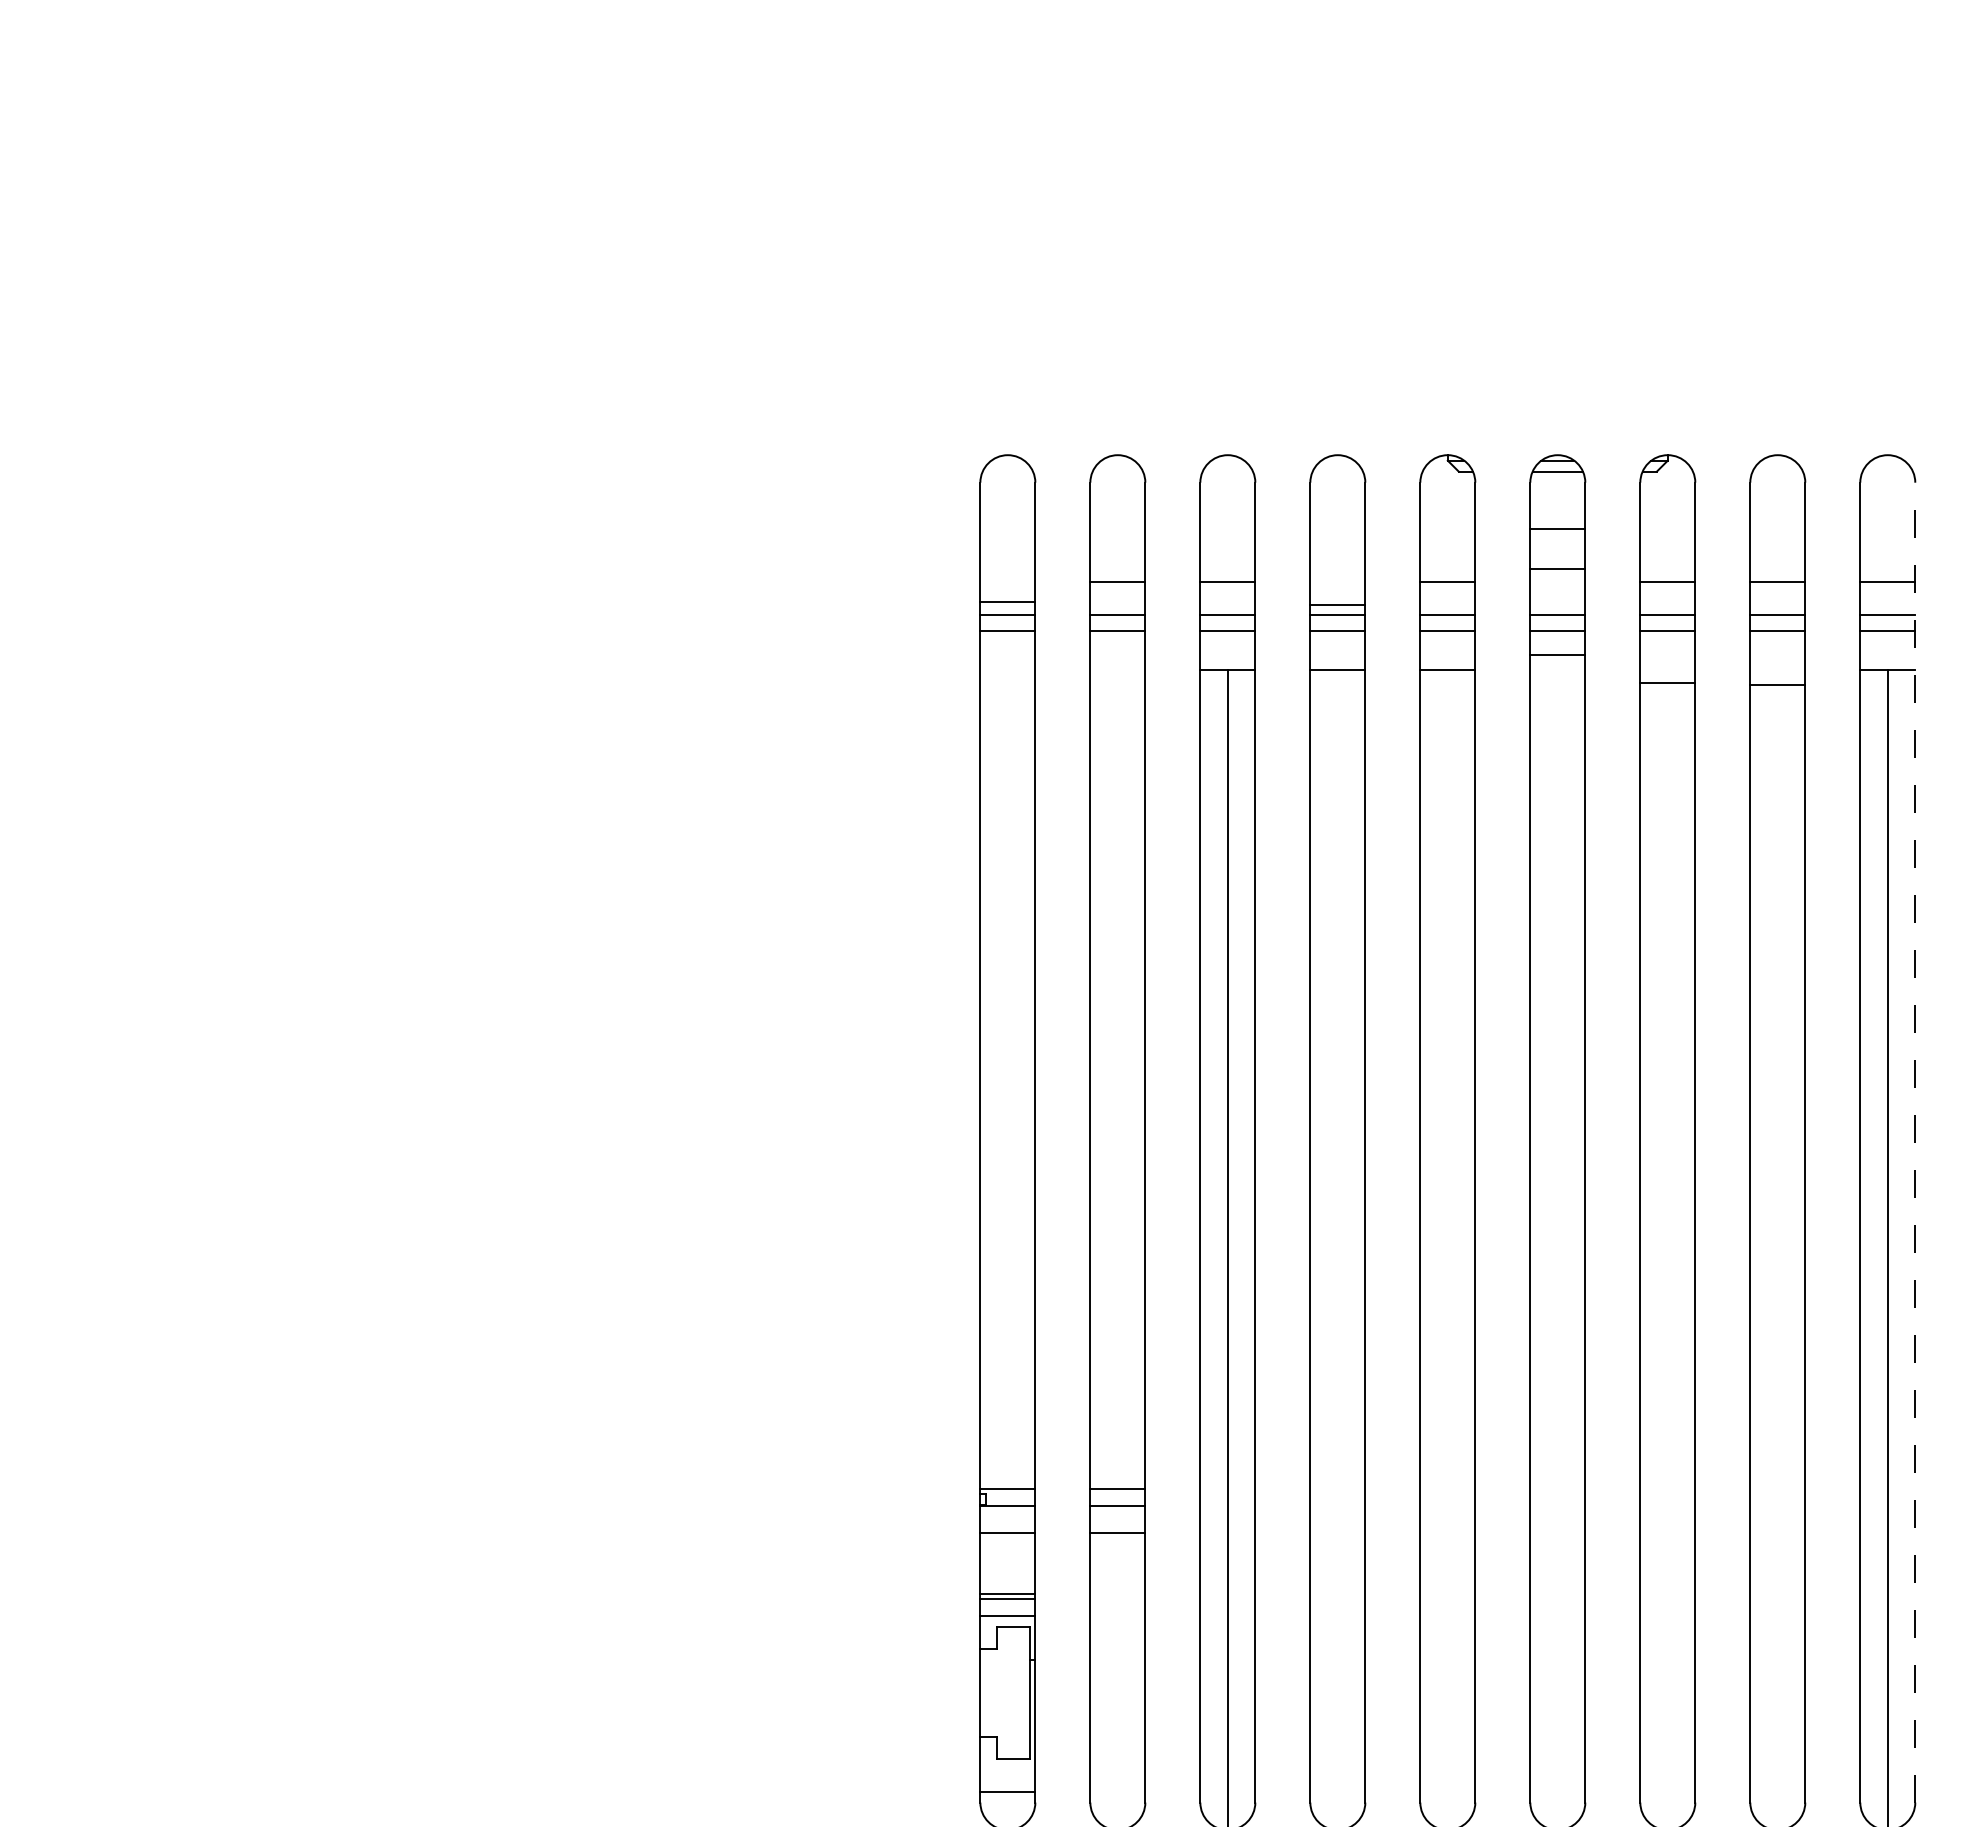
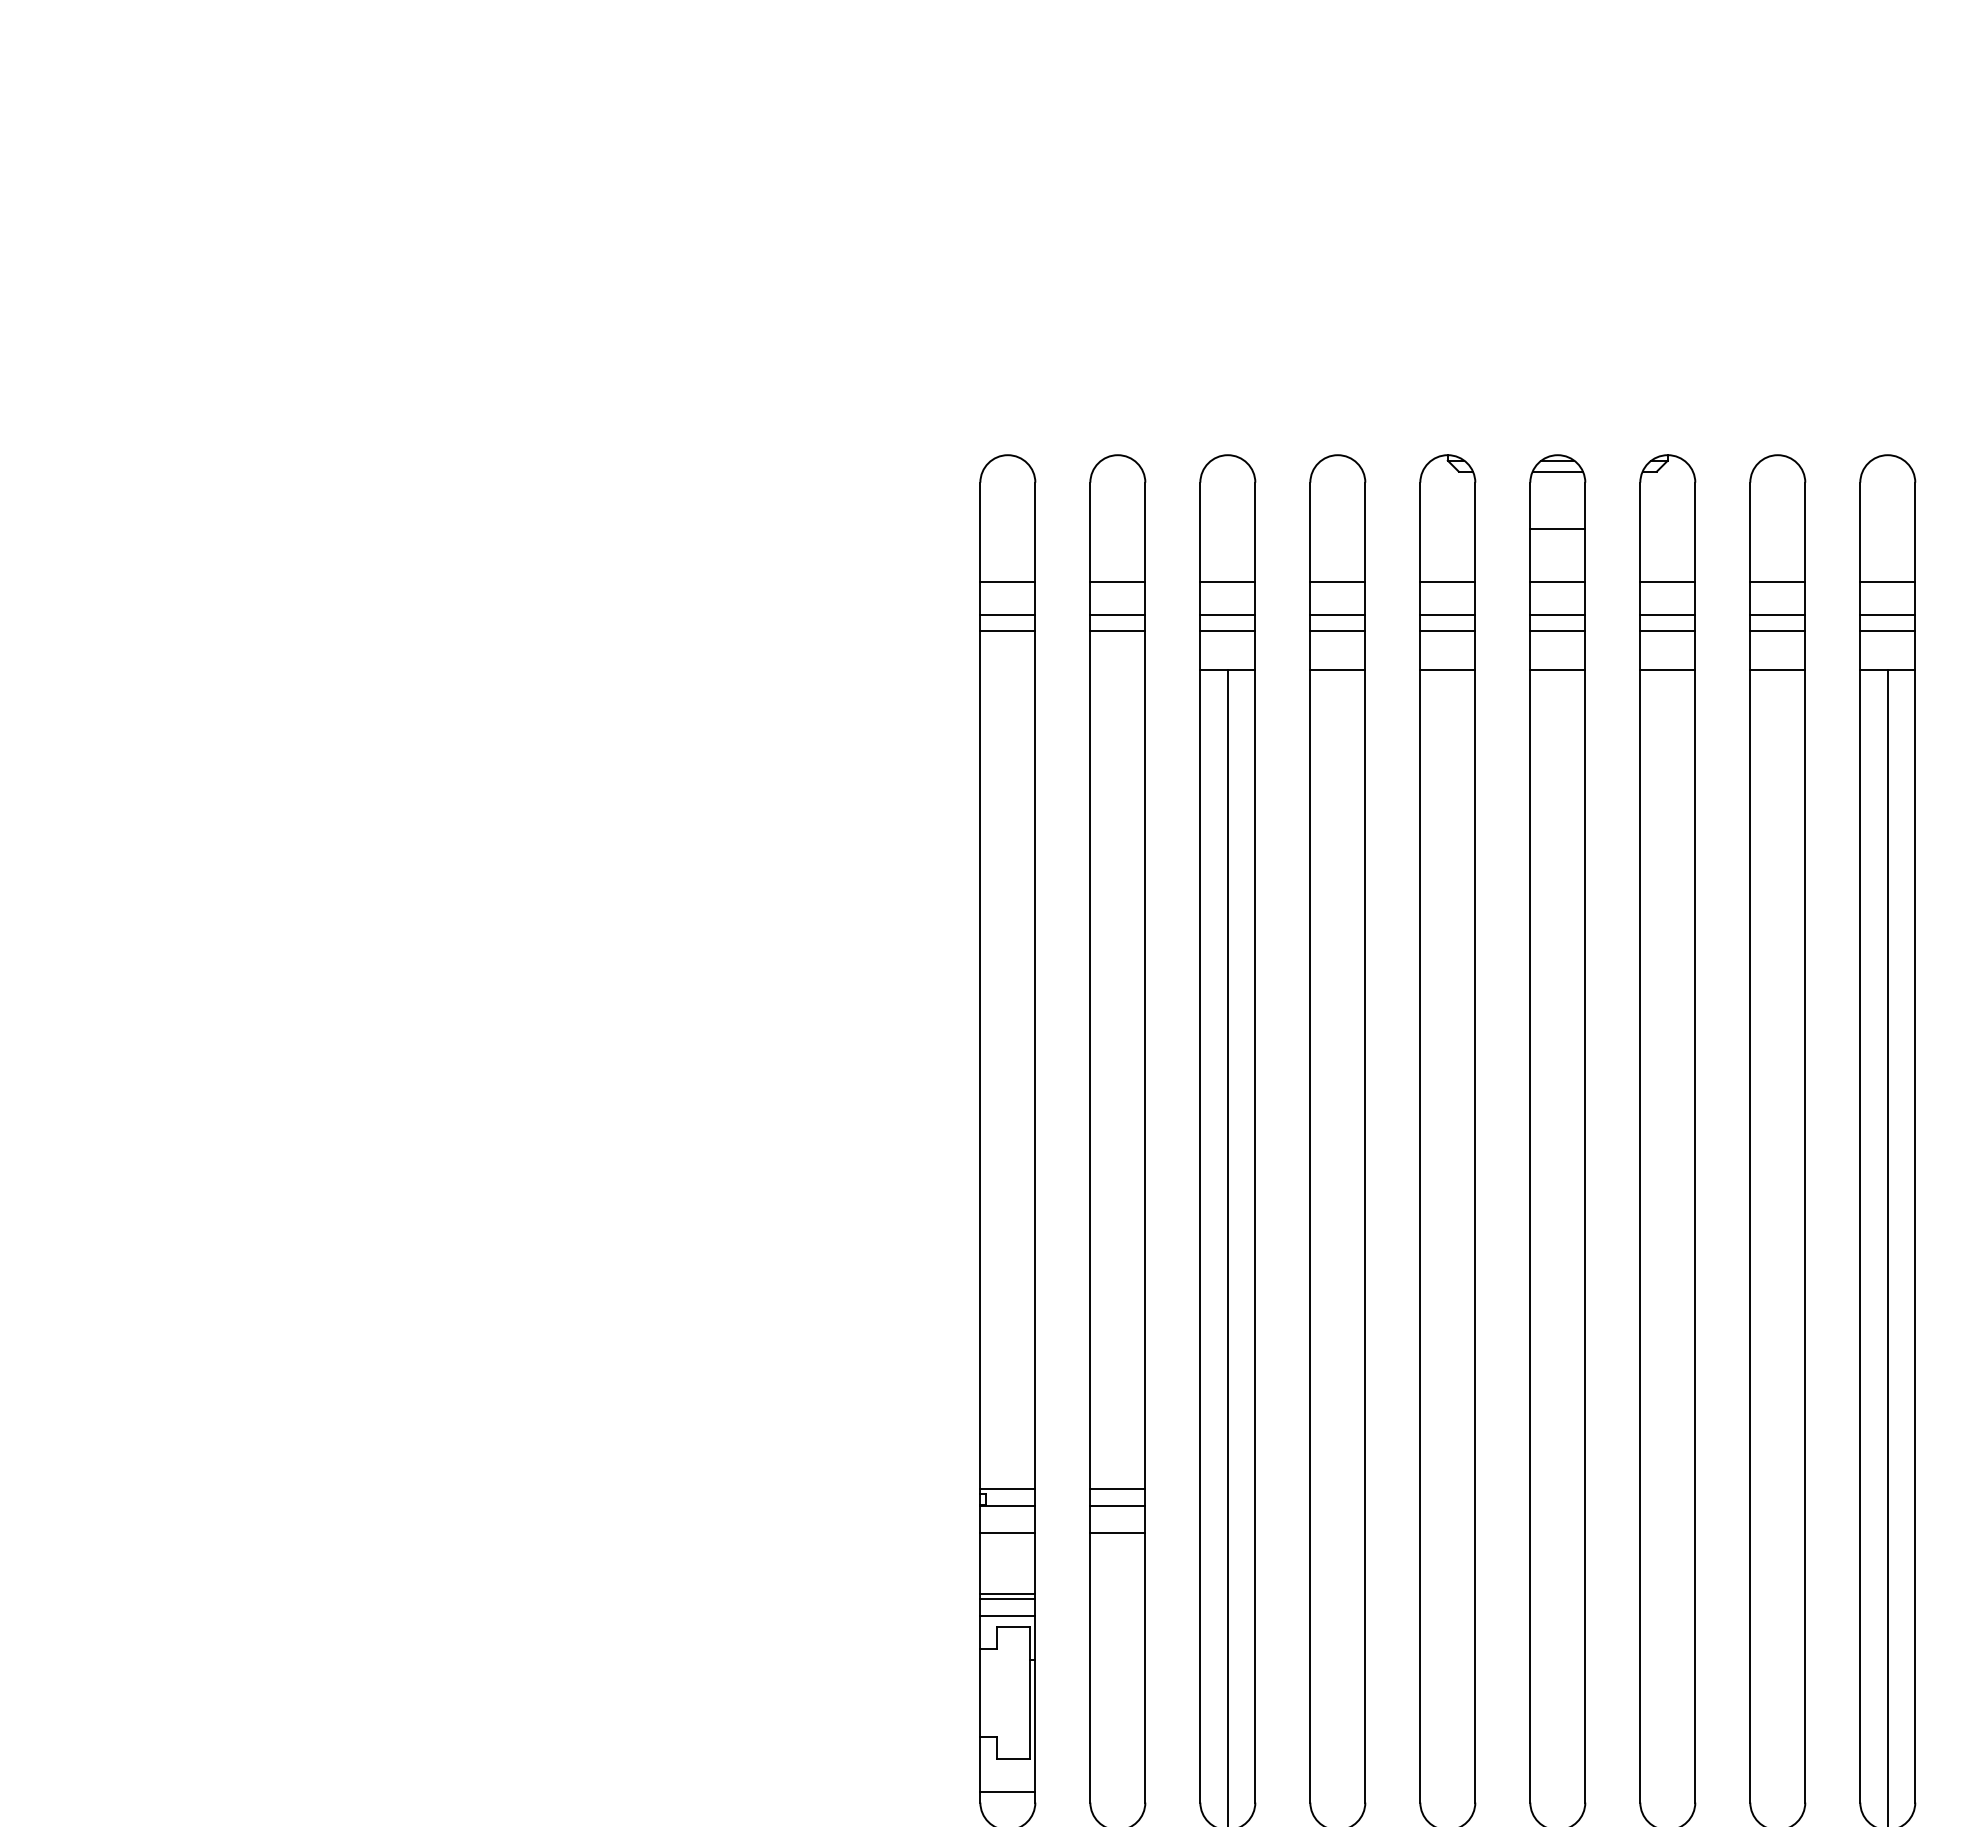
line at (1557, 568) position: (1557, 568) -> (1557, 581)
line at (1007, 601) position: (1007, 601) -> (1007, 581)
line at (1337, 604) position: (1337, 604) -> (1337, 581)
line at (1557, 655) position: (1557, 655) -> (1557, 670)
line at (1667, 683) position: (1667, 683) -> (1667, 670)
line at (1777, 685) position: (1777, 685) -> (1777, 670)
line at (1915, 1142): dashed -> solid
